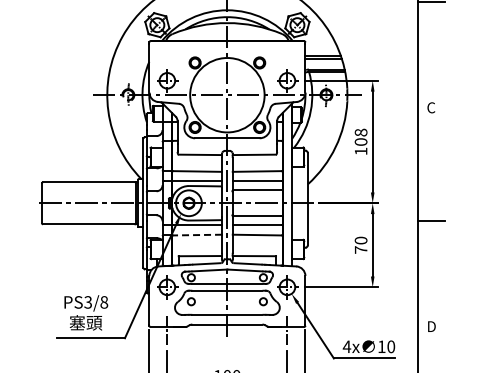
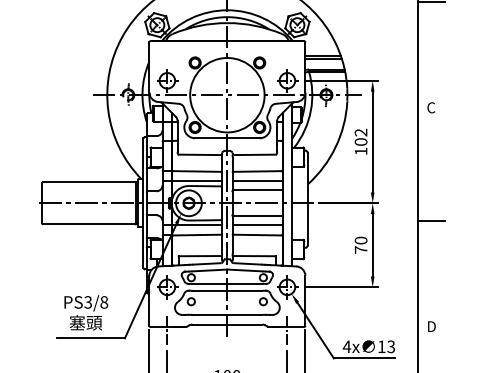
text at (360, 132): 108 -> 102
line at (197, 235): dashed -> solid
text at (391, 346): 10 -> 13
